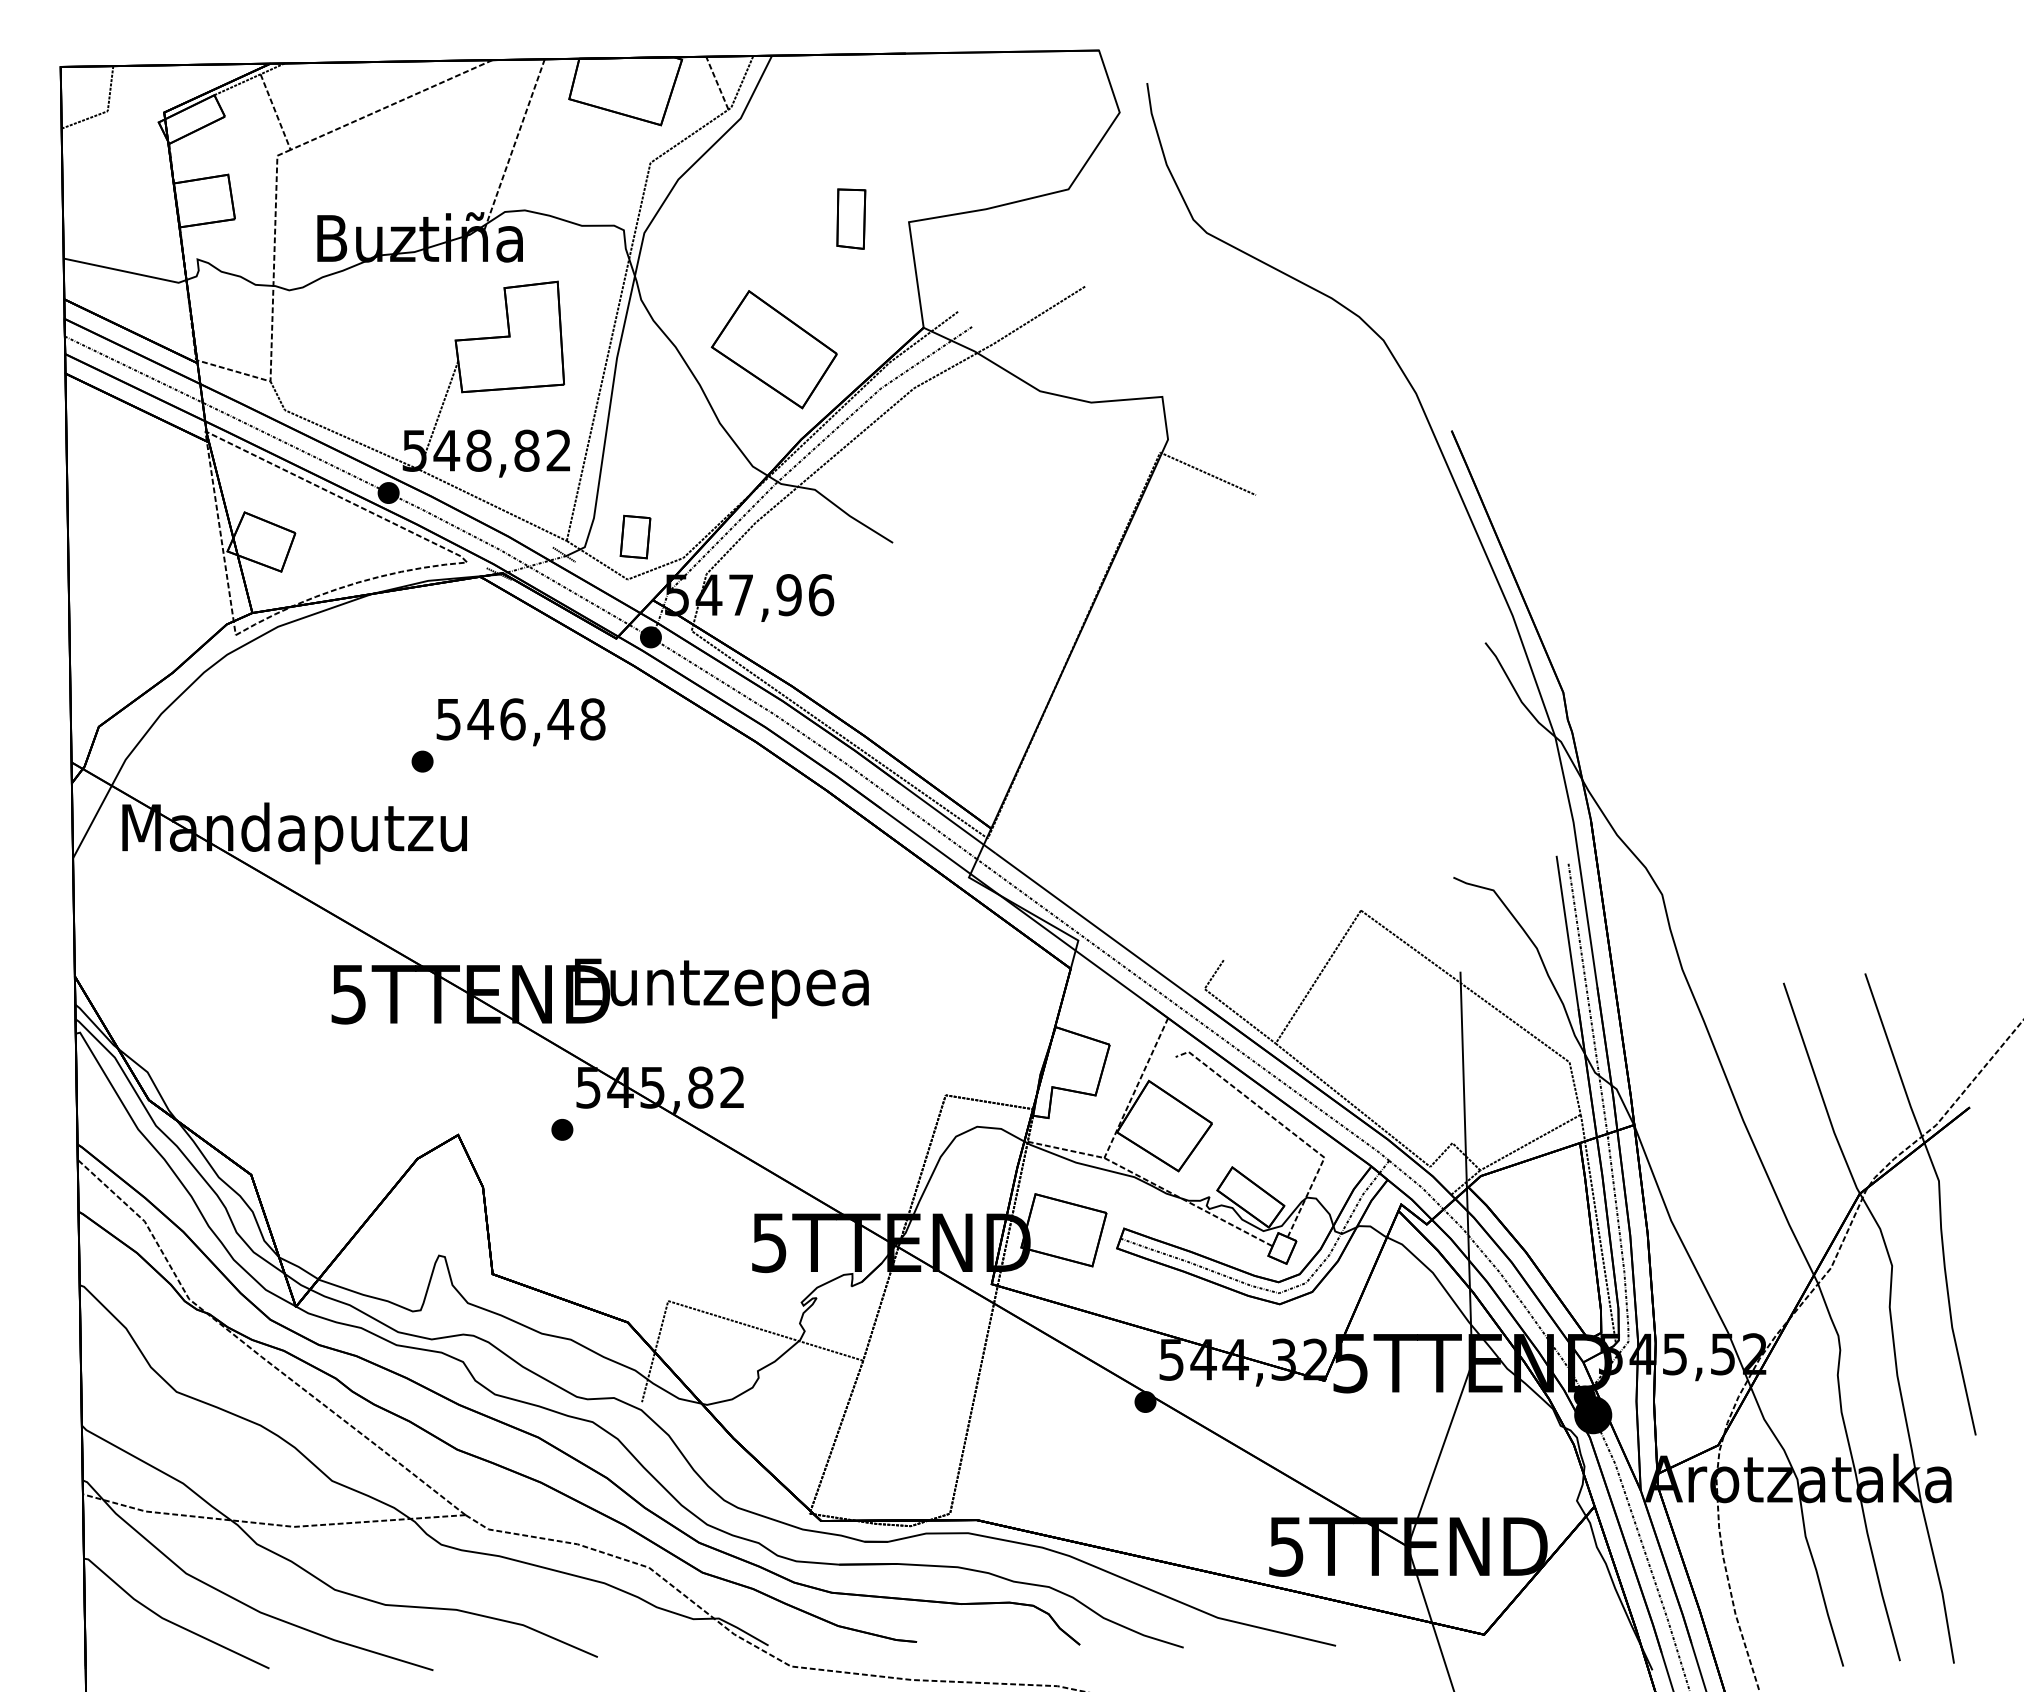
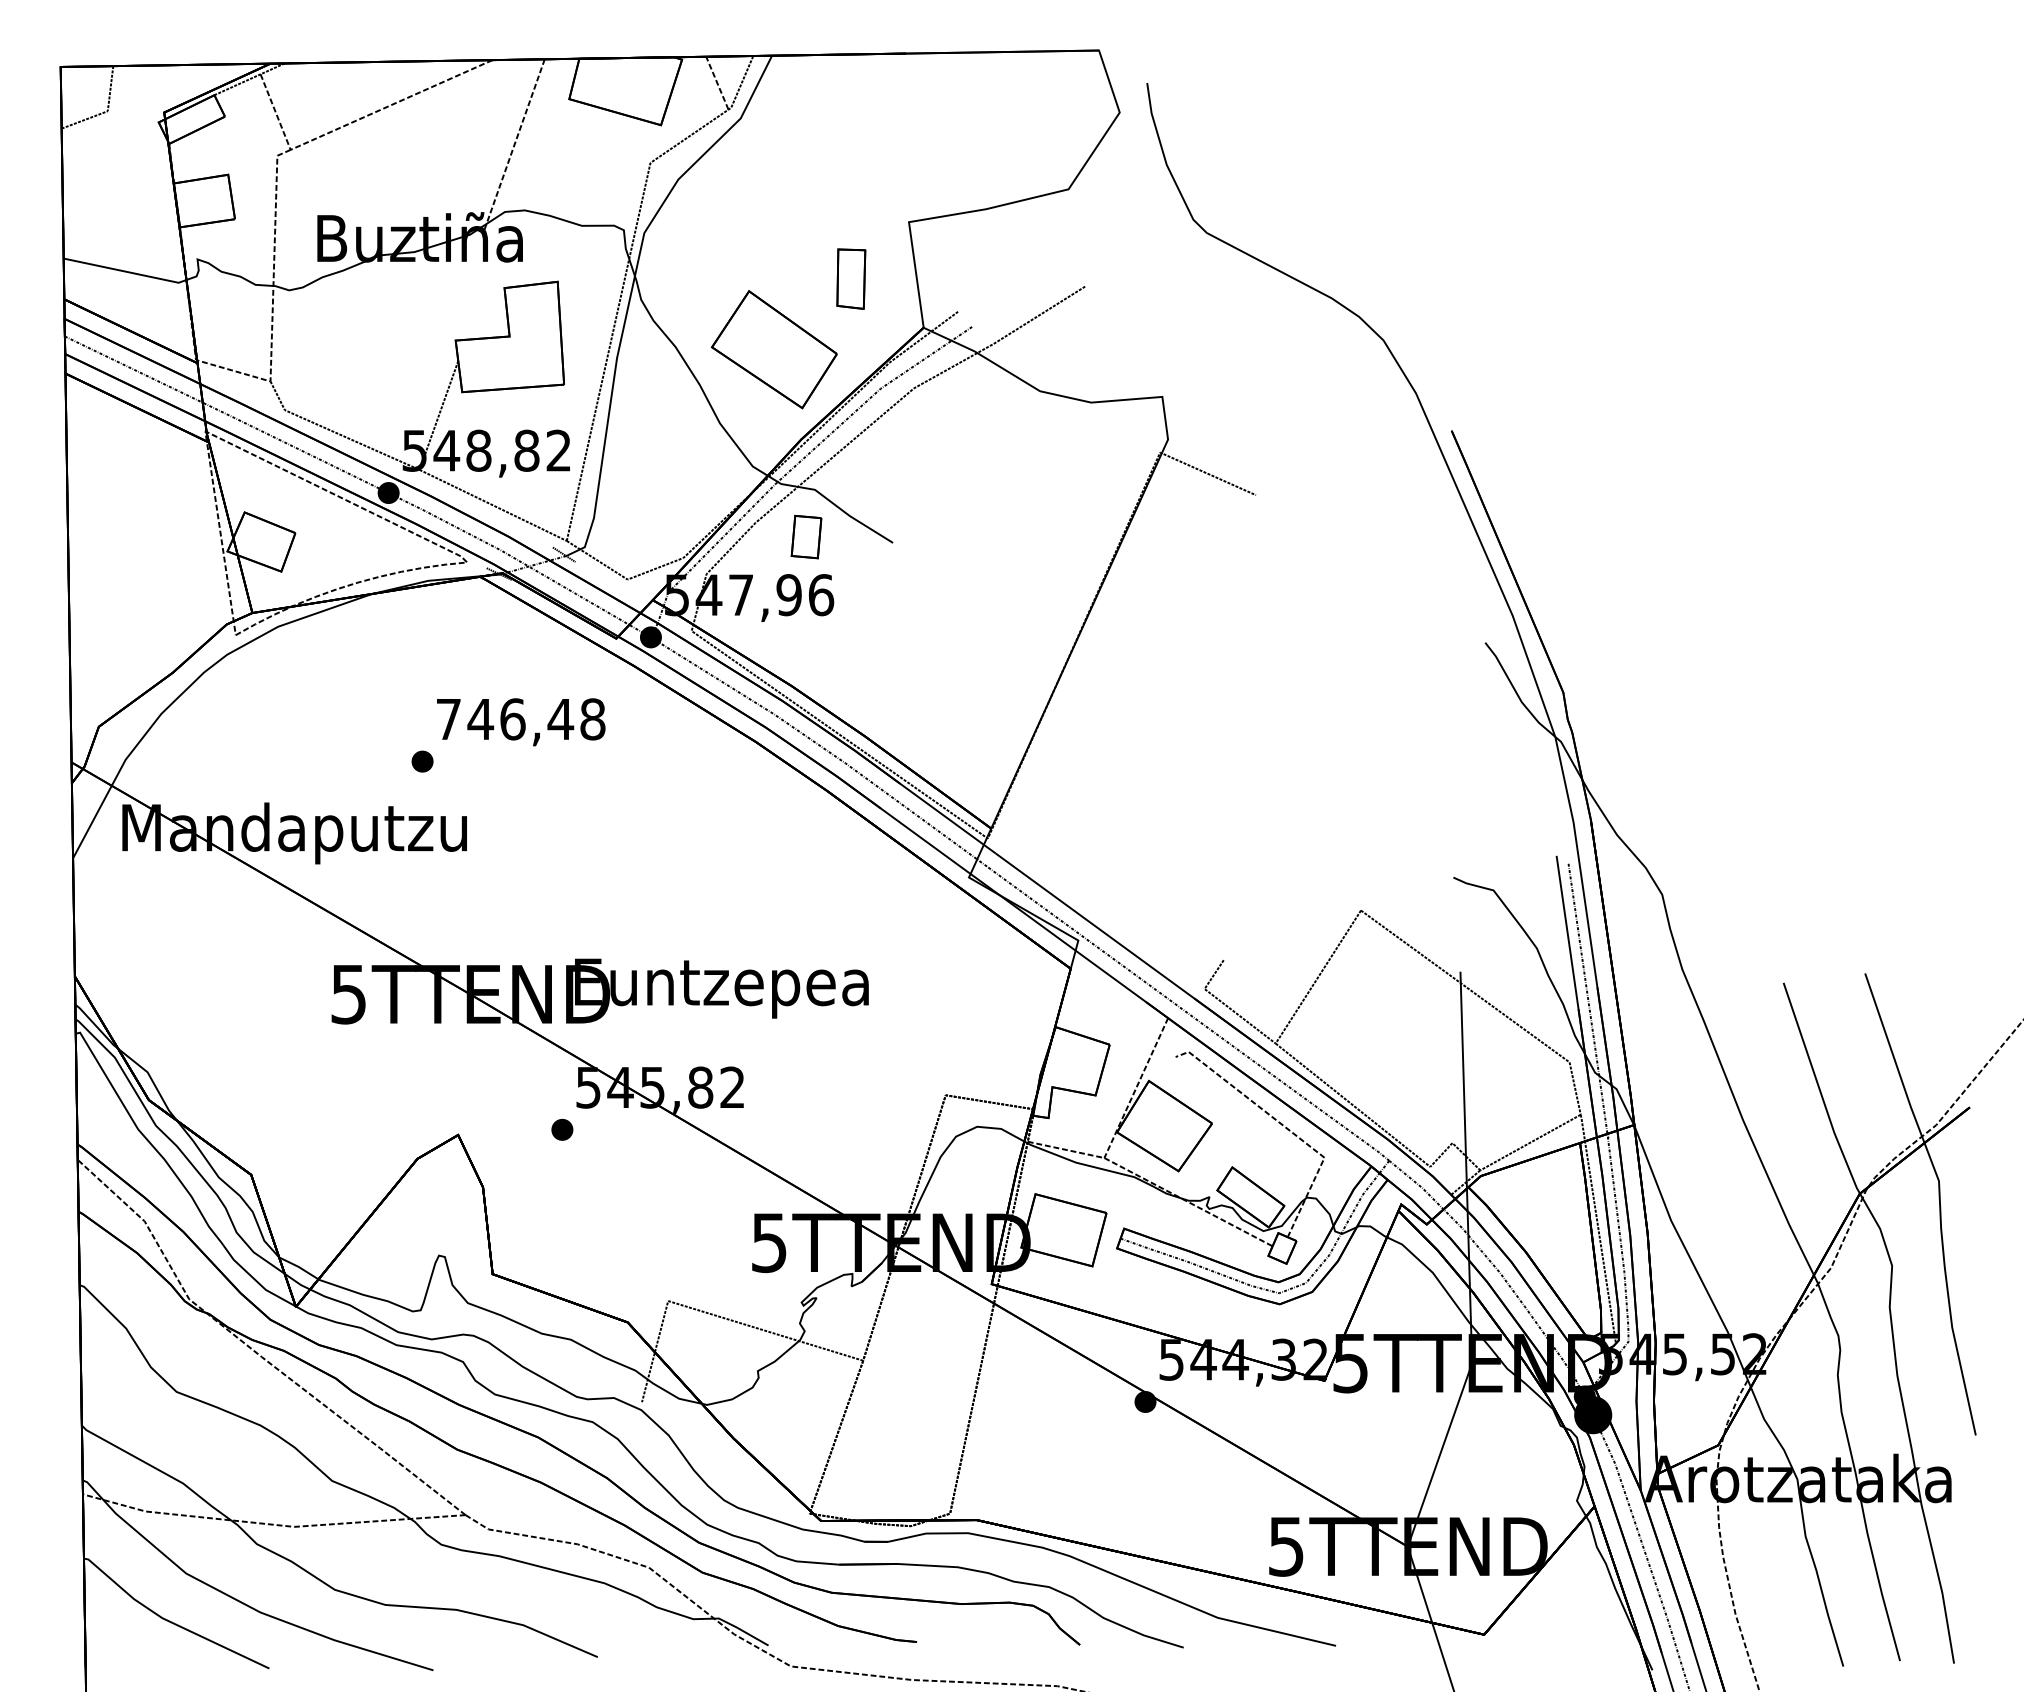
part at (851, 218) position: (851, 218) -> (851, 278)
part at (635, 536) position: (635, 536) -> (806, 536)
text at (448, 719): 546,48 -> 746,48
